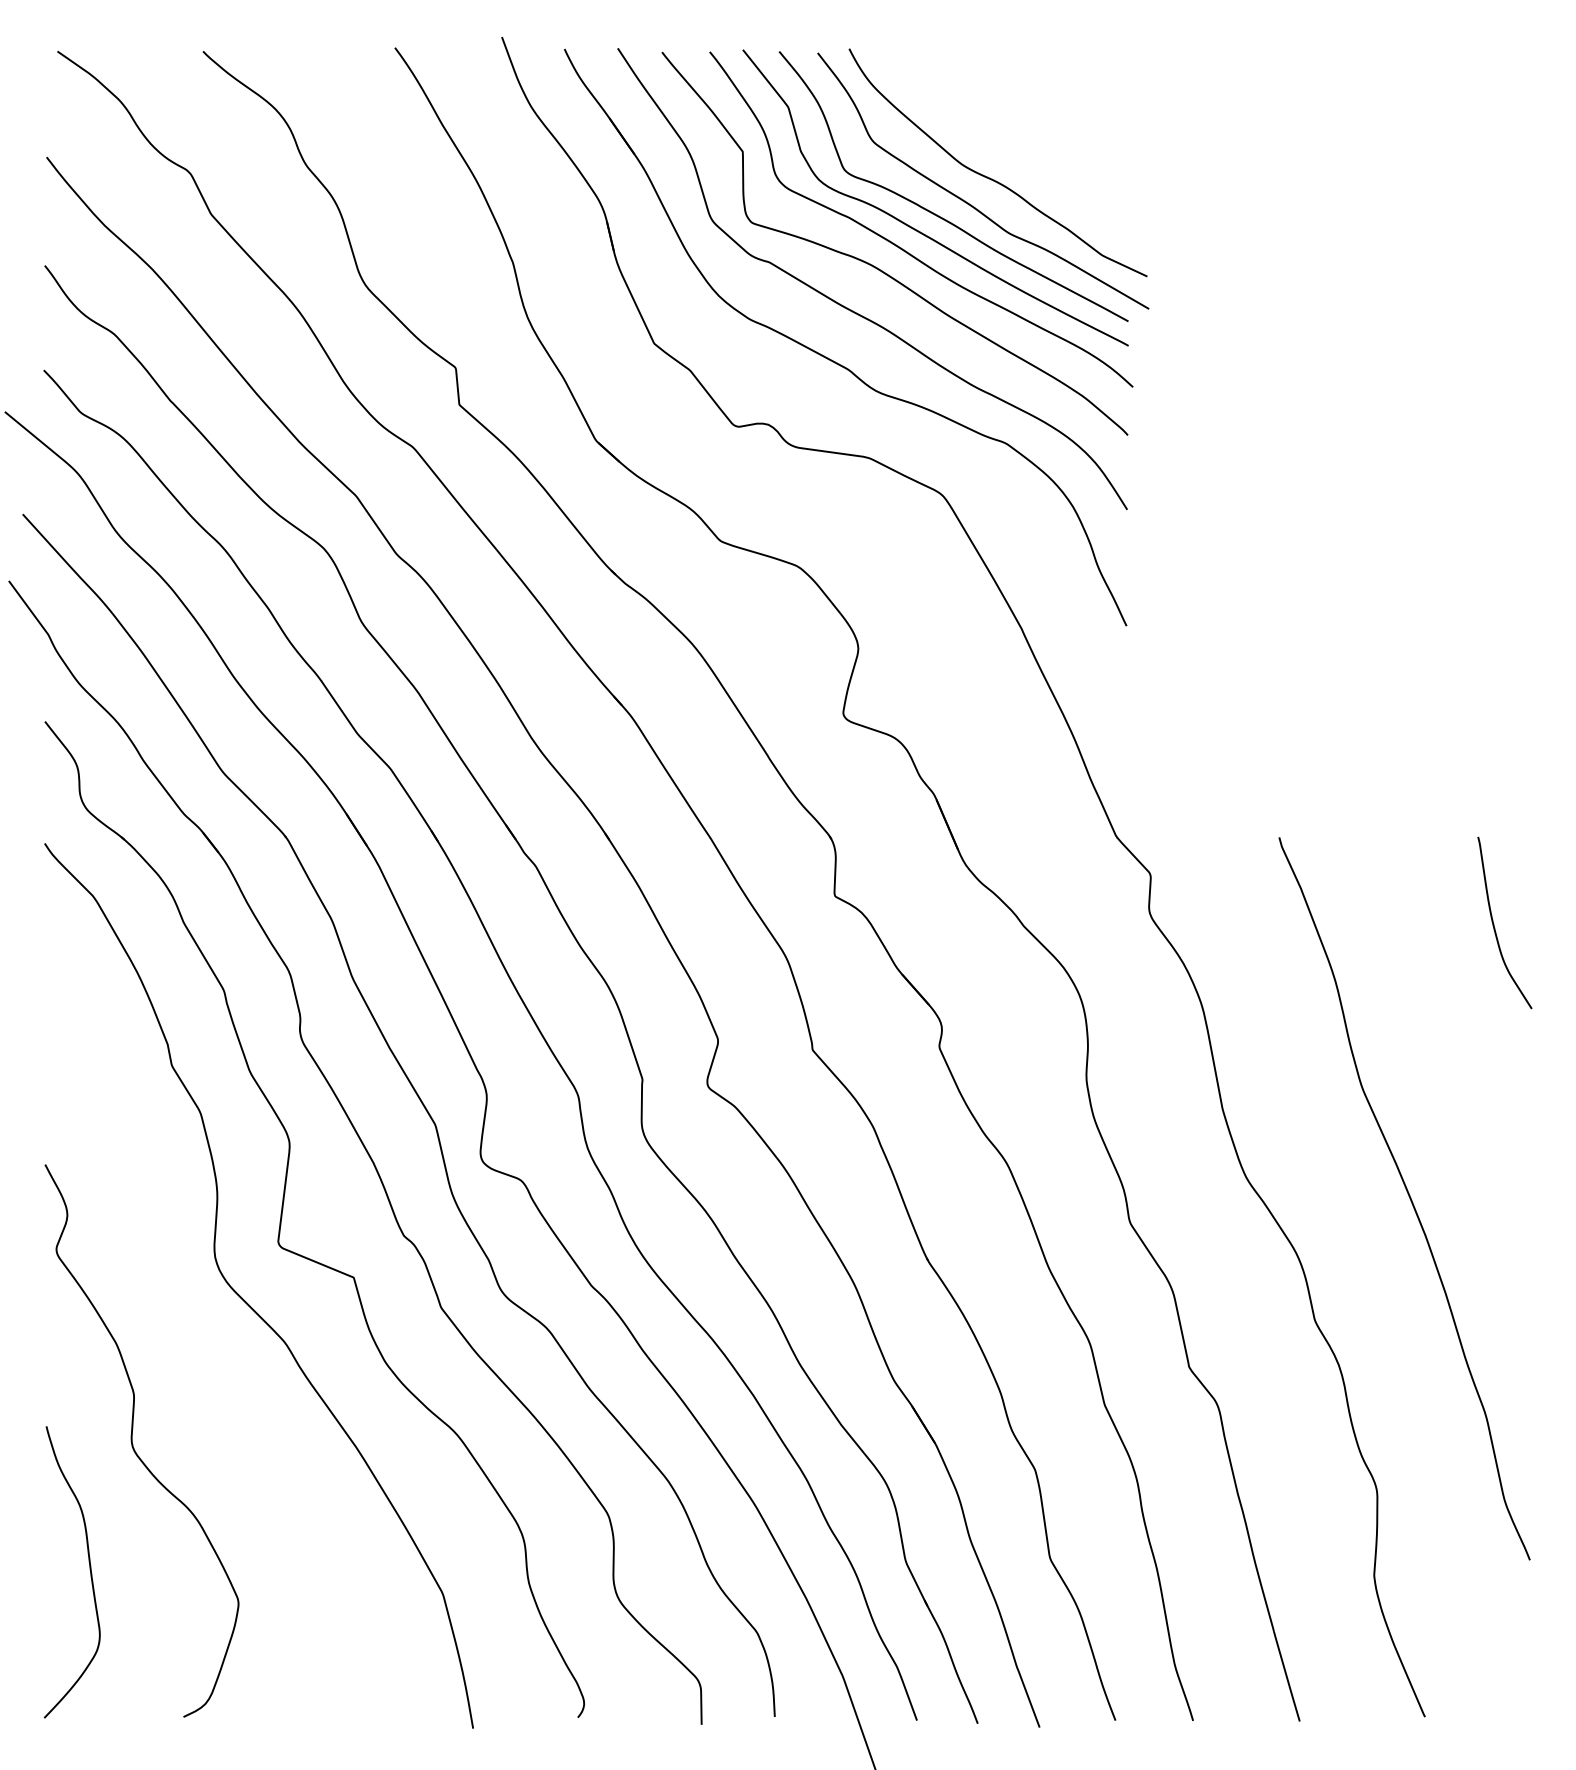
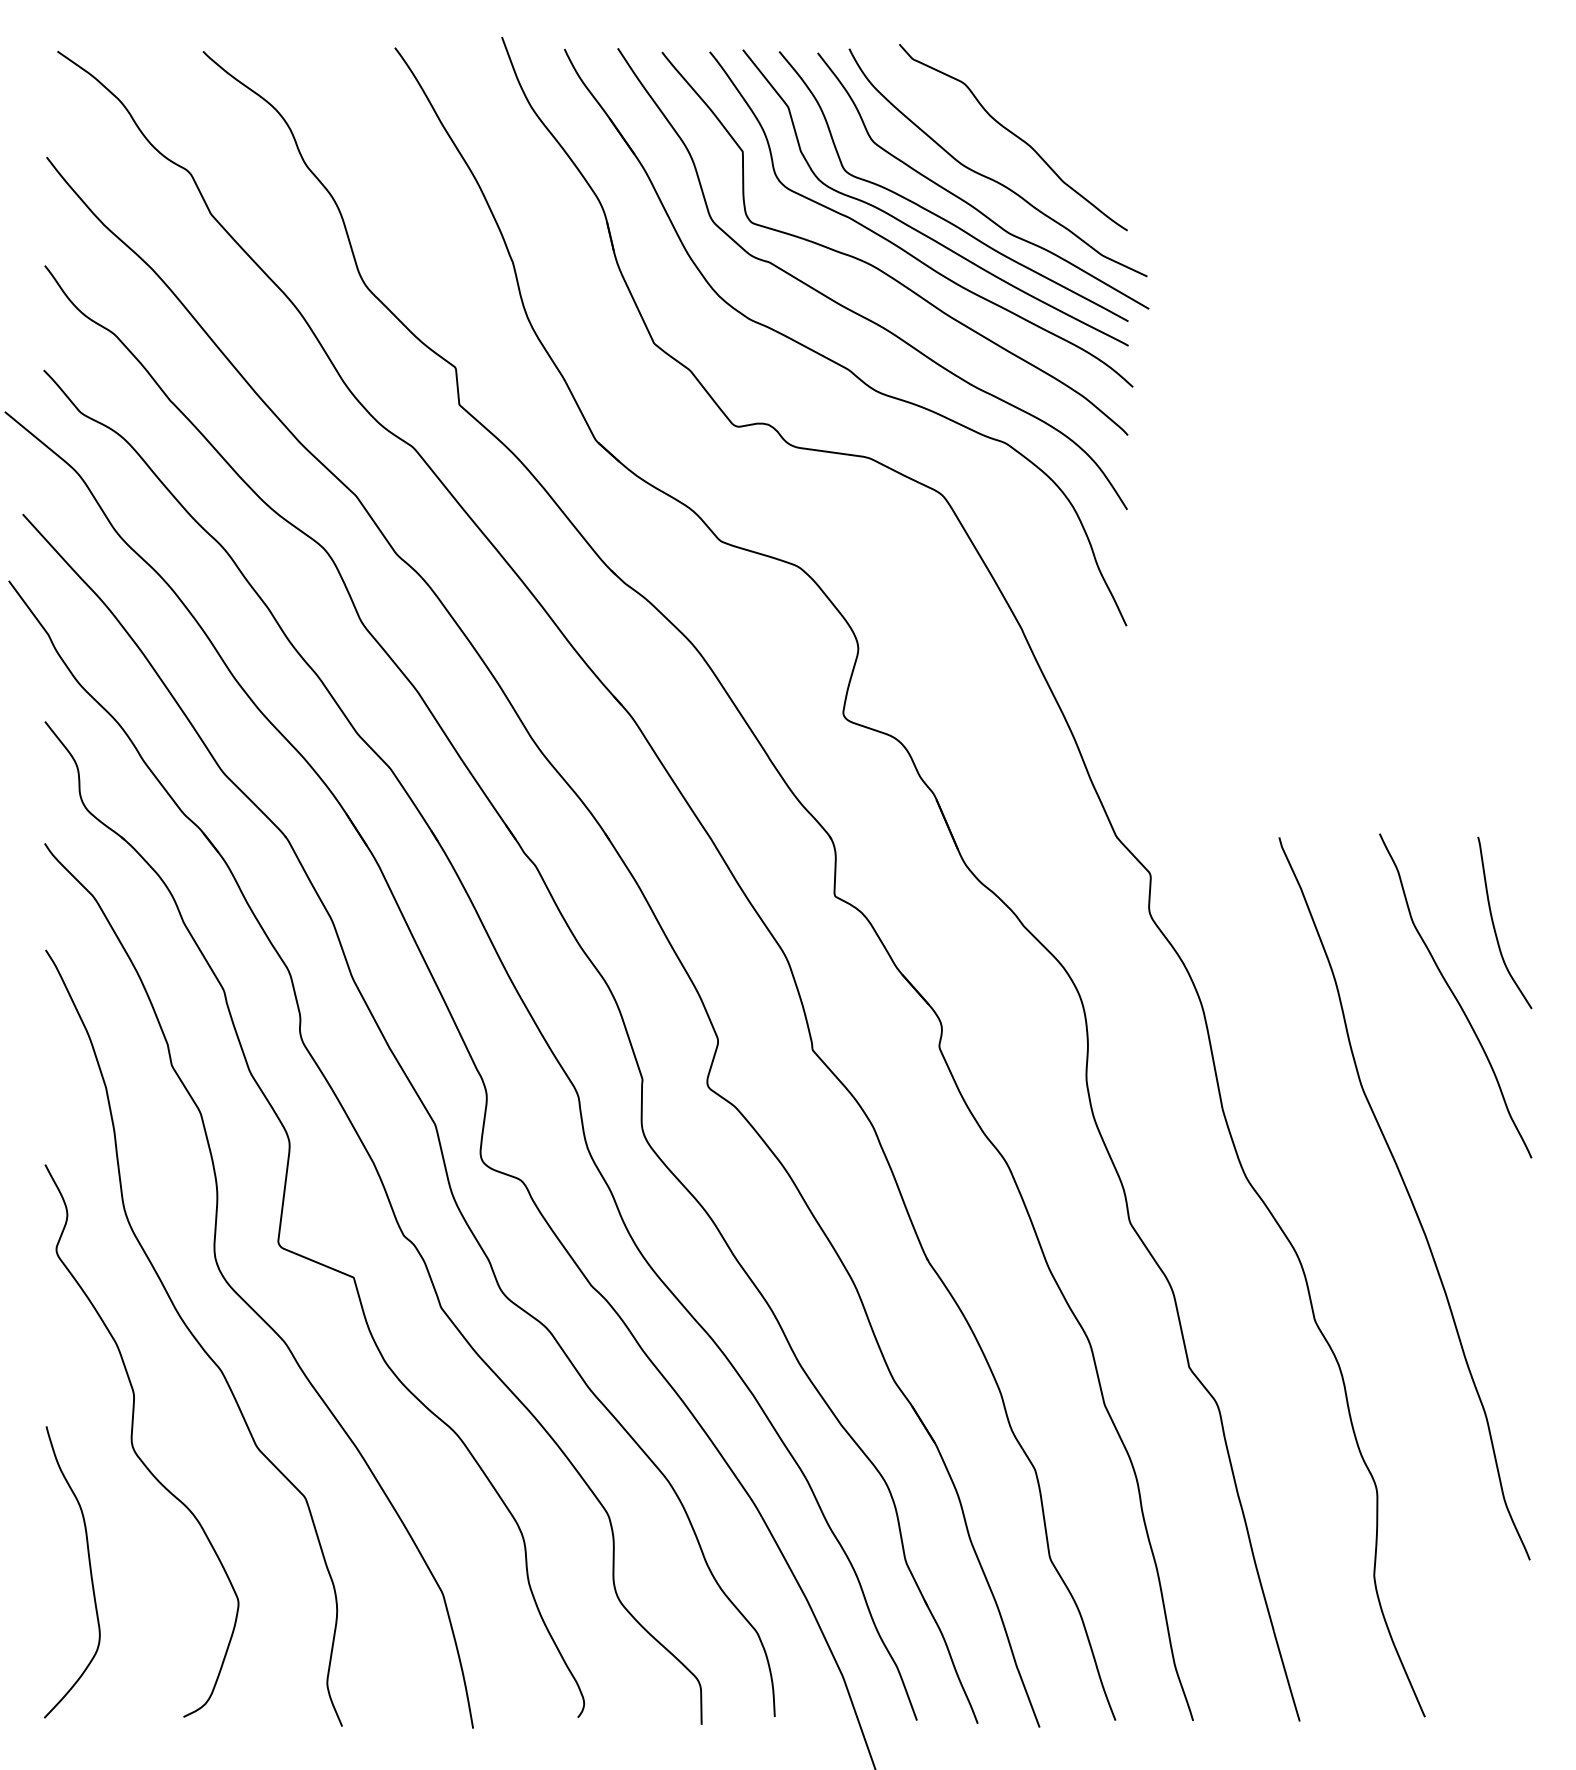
curve at (1013, 135): none -> present
curve at (1455, 995): none -> present
curve at (193, 1337): none -> present
